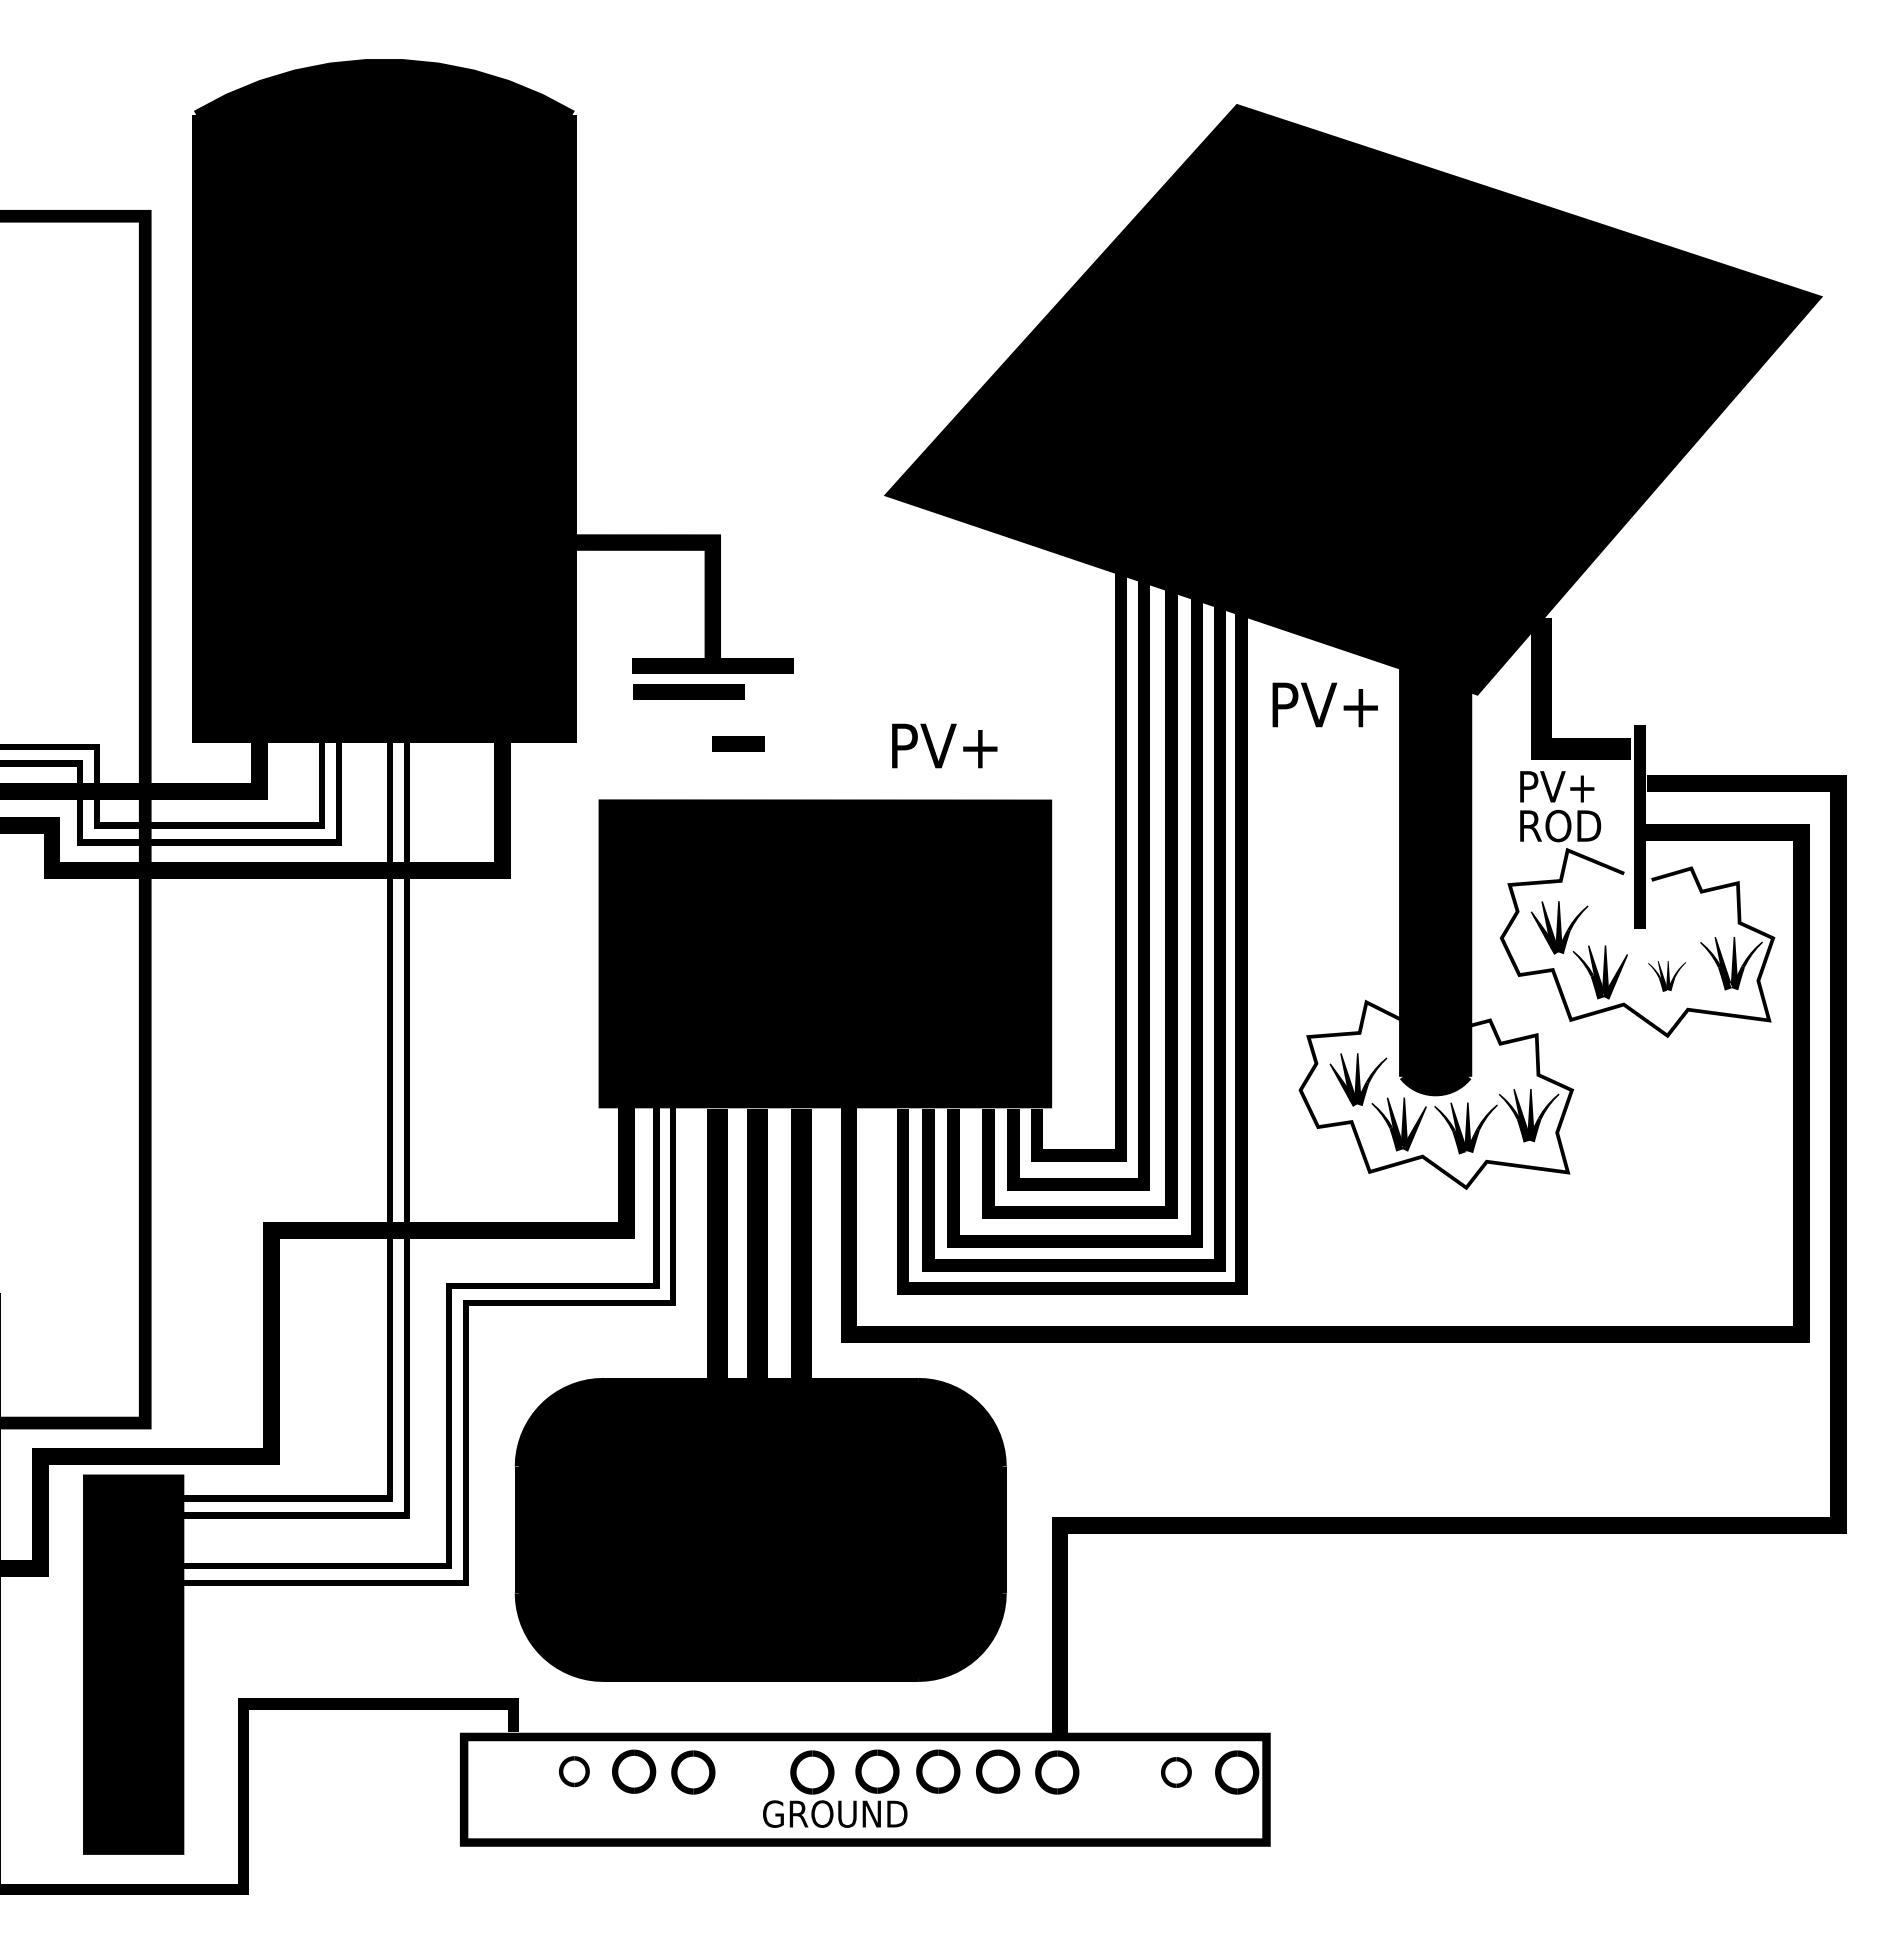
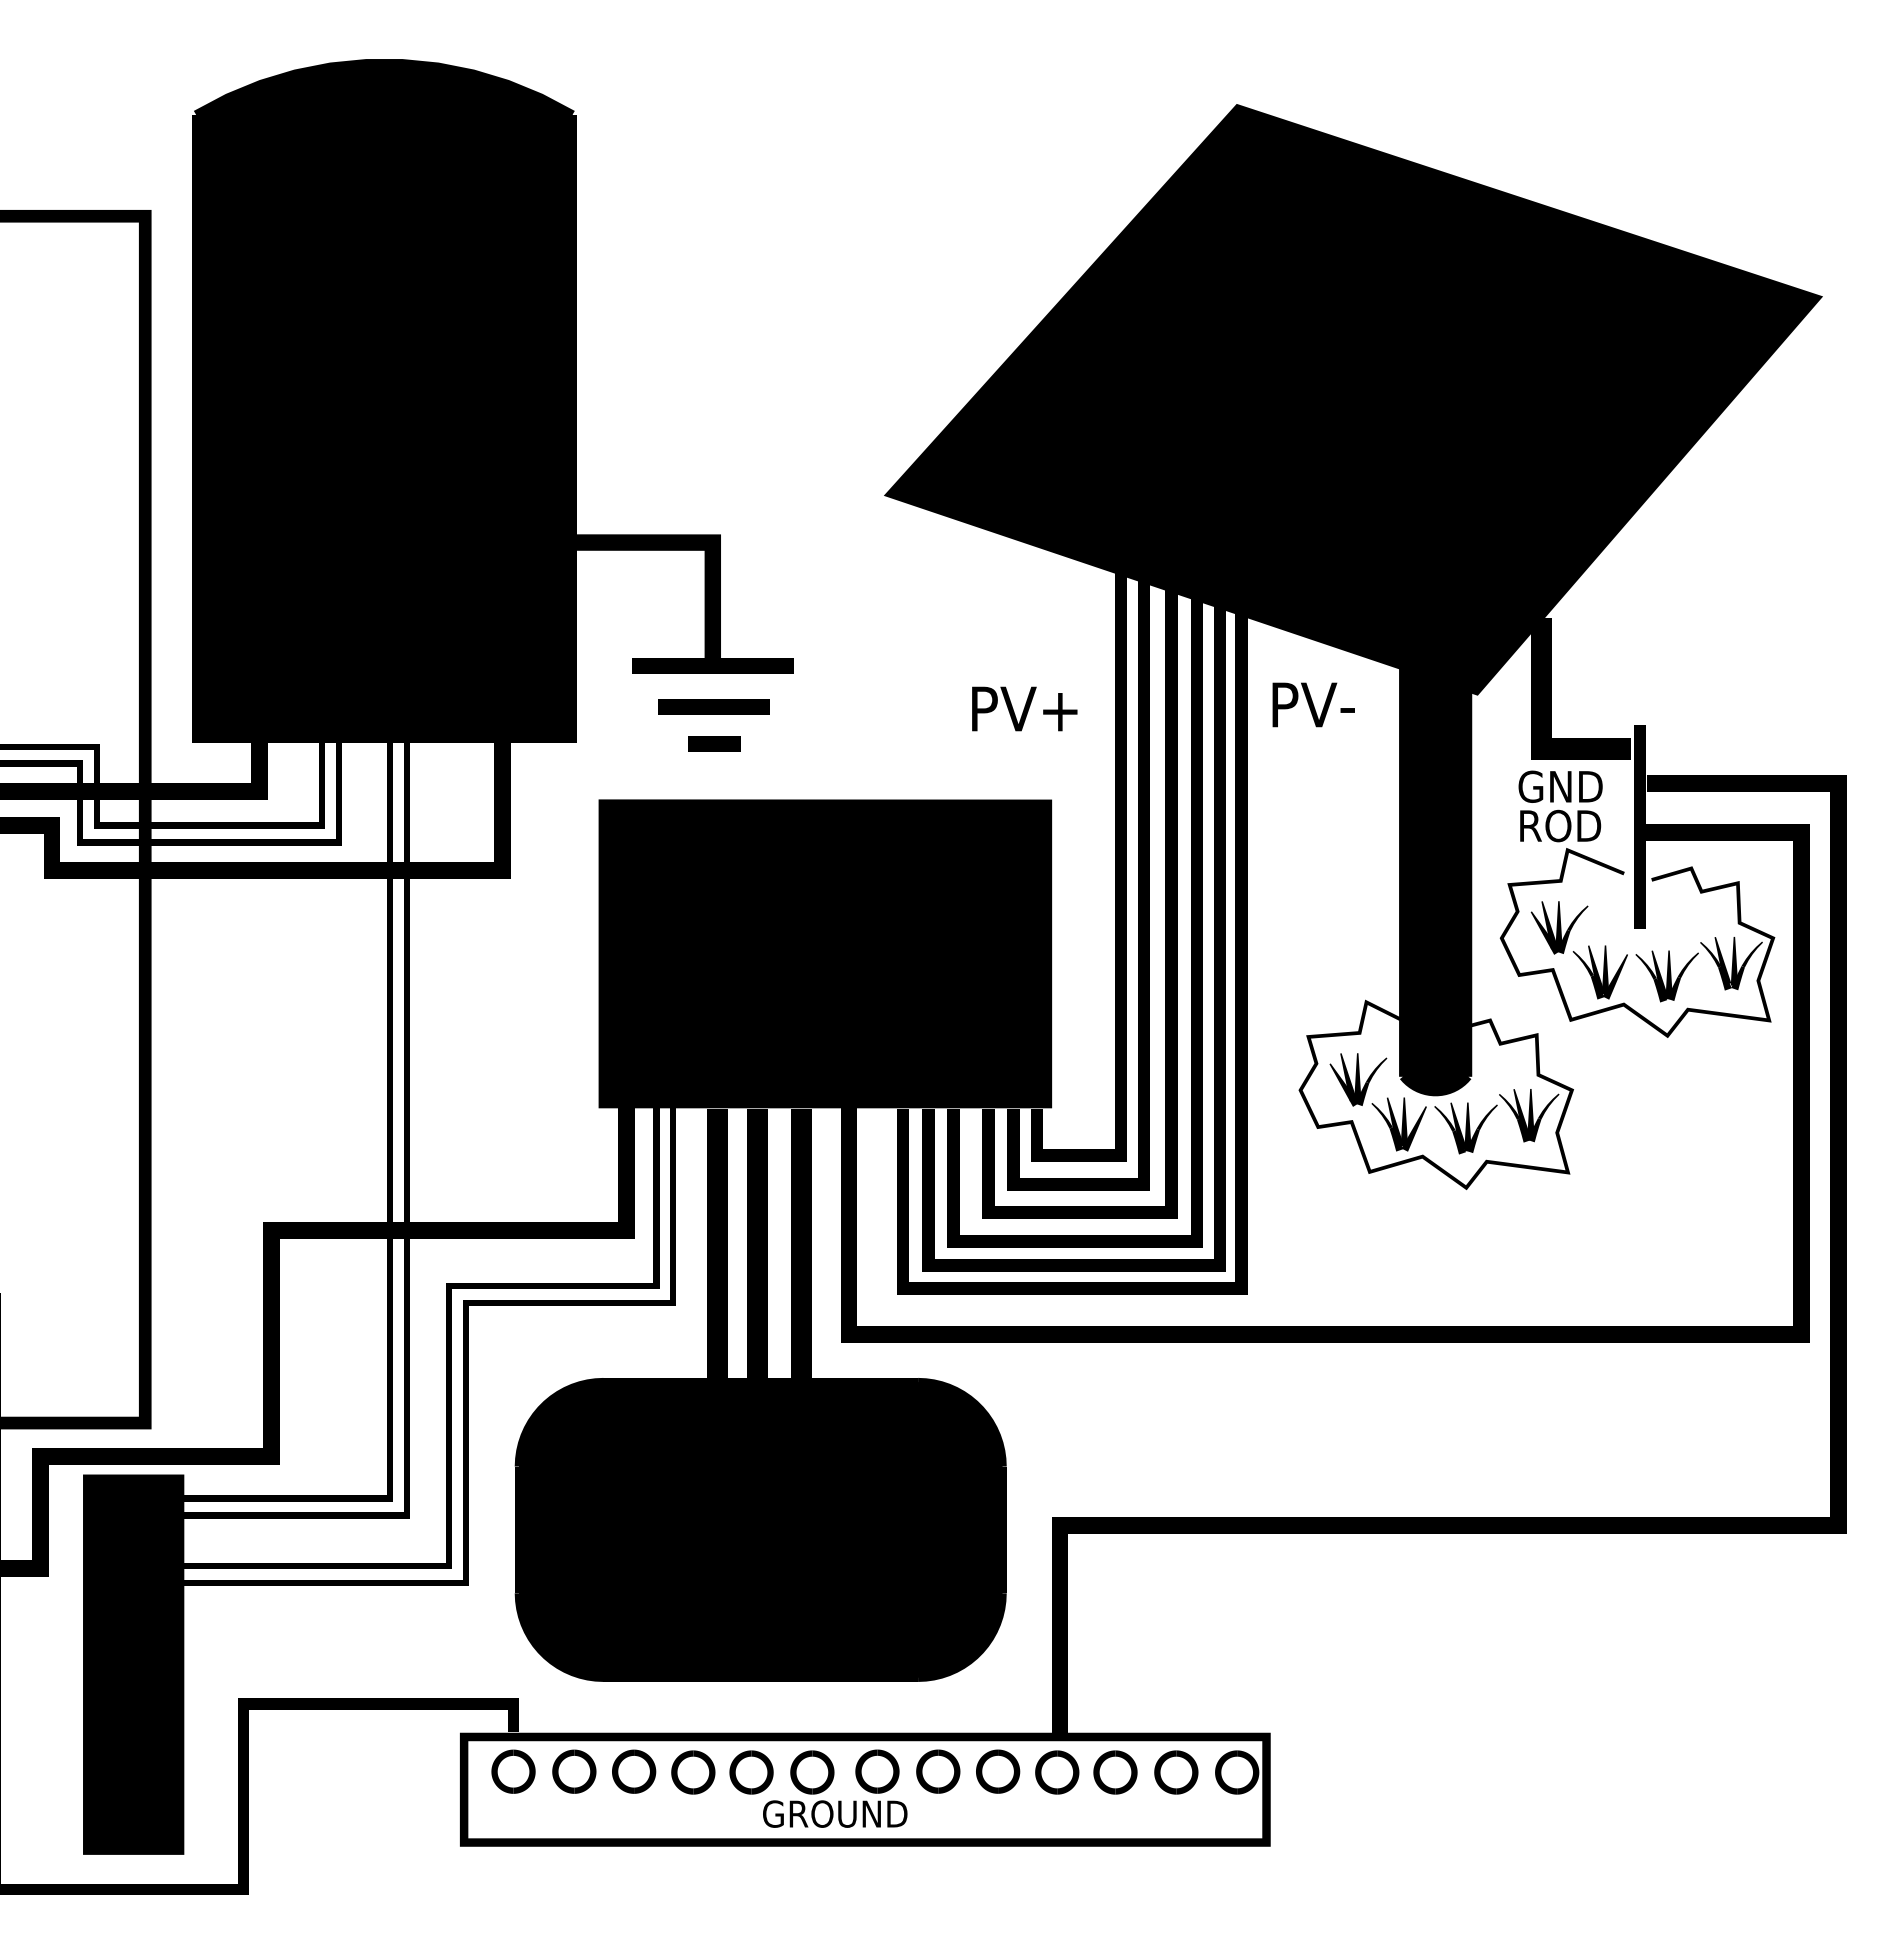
line at (688, 691) position: (688, 691) -> (713, 706)
text at (1358, 708): PV+ -> PV-
line at (738, 743) position: (738, 743) -> (714, 743)
text at (944, 745) position: (944, 745) -> (1024, 708)
text at (1560, 786): PV+ -> GND
part at (1666, 976) size: 38x31 px -> 64x53 px
part at (513, 1771): none -> present
part at (574, 1771) size: 31x32 px -> 45x45 px
part at (751, 1772): none -> present
part at (1115, 1772): none -> present
part at (1176, 1772) size: 31x31 px -> 45x45 px
